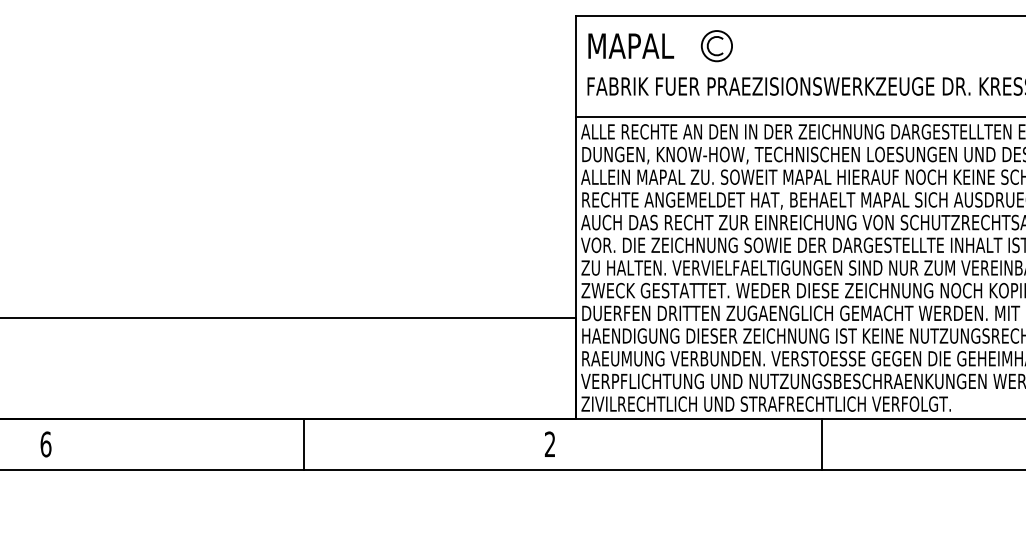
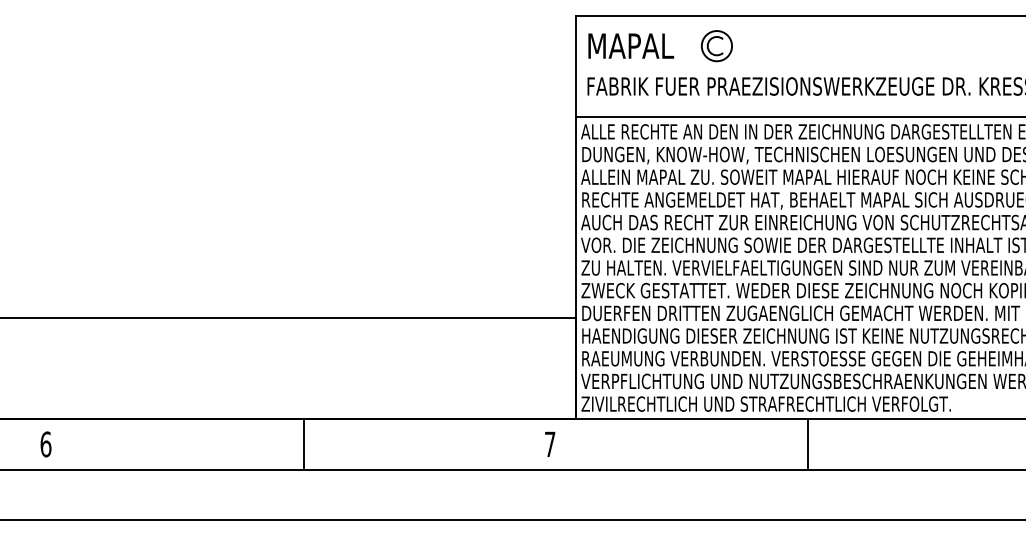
text at (549, 443): 2 -> 7
line at (821, 444) position: (821, 444) -> (807, 444)
line at (512, 520): none -> present
